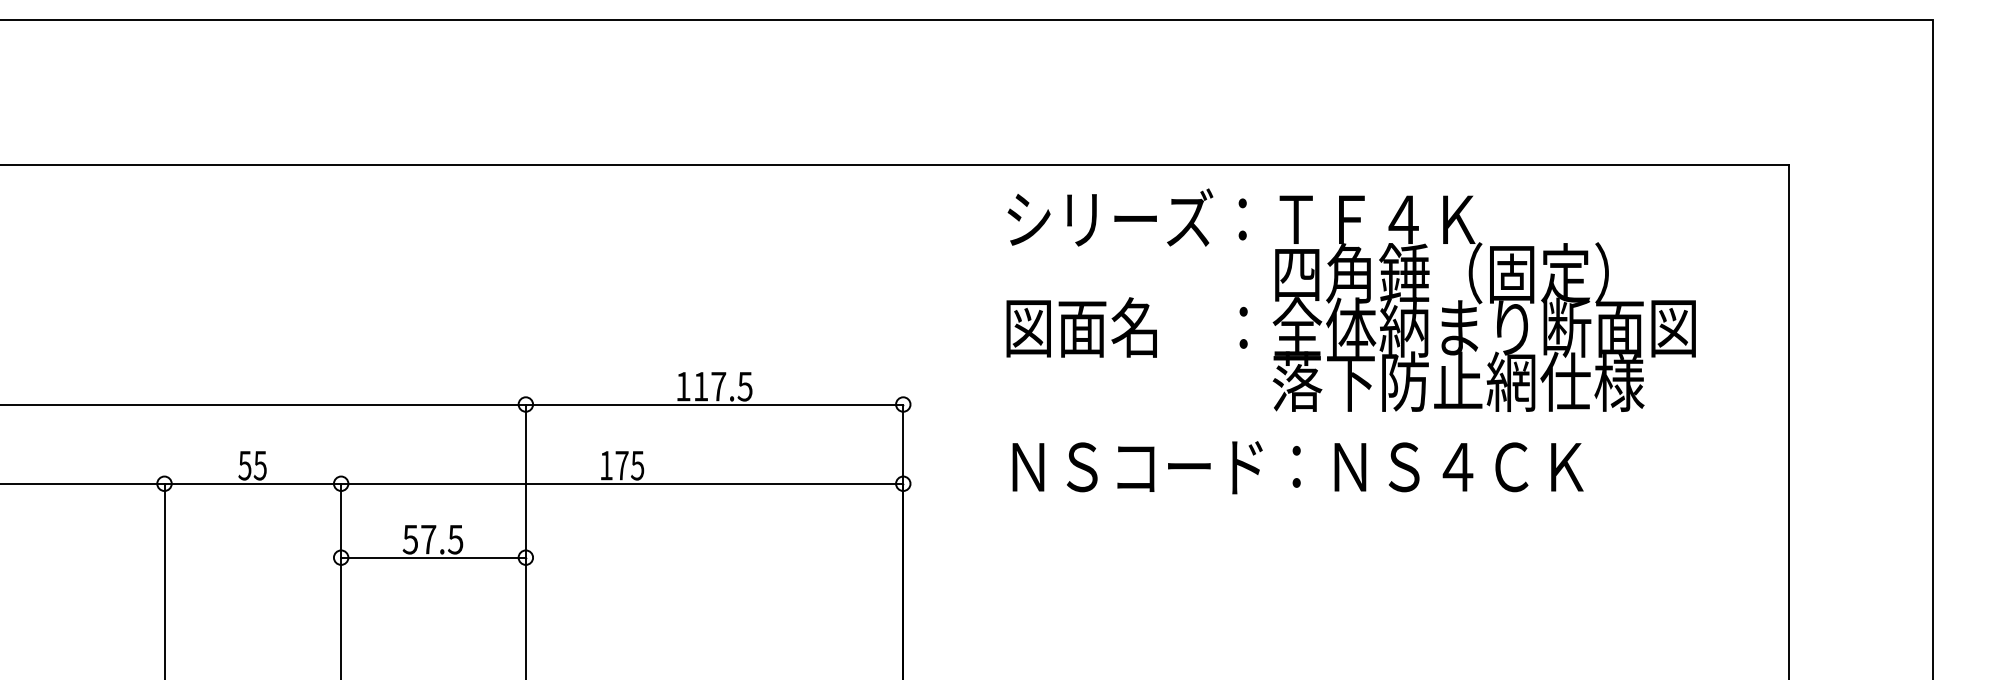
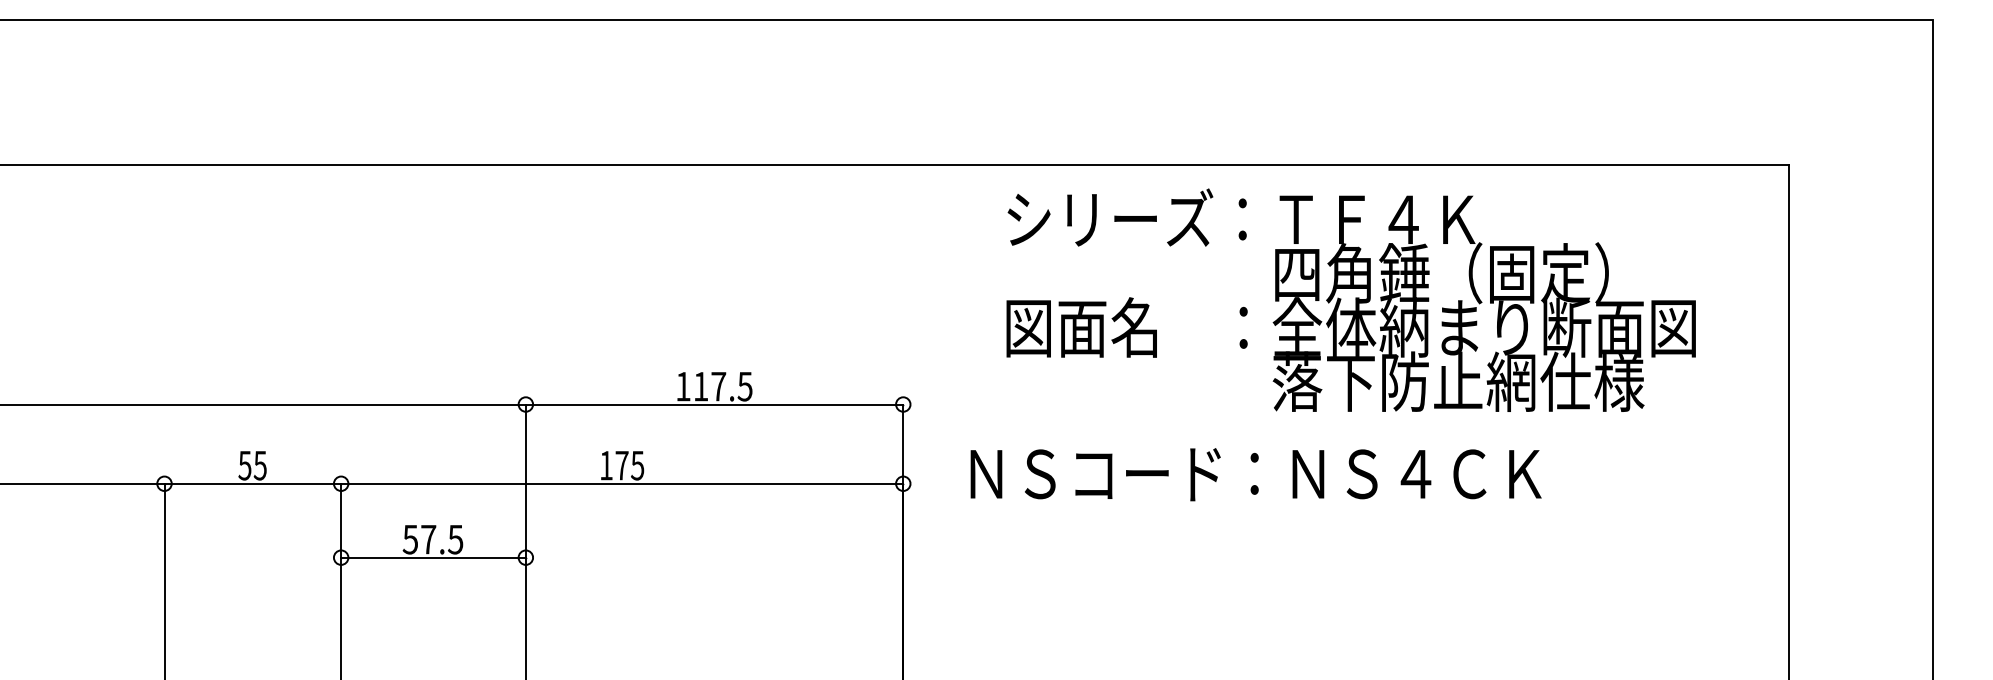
text at (1297, 467) position: (1297, 467) -> (1255, 474)
